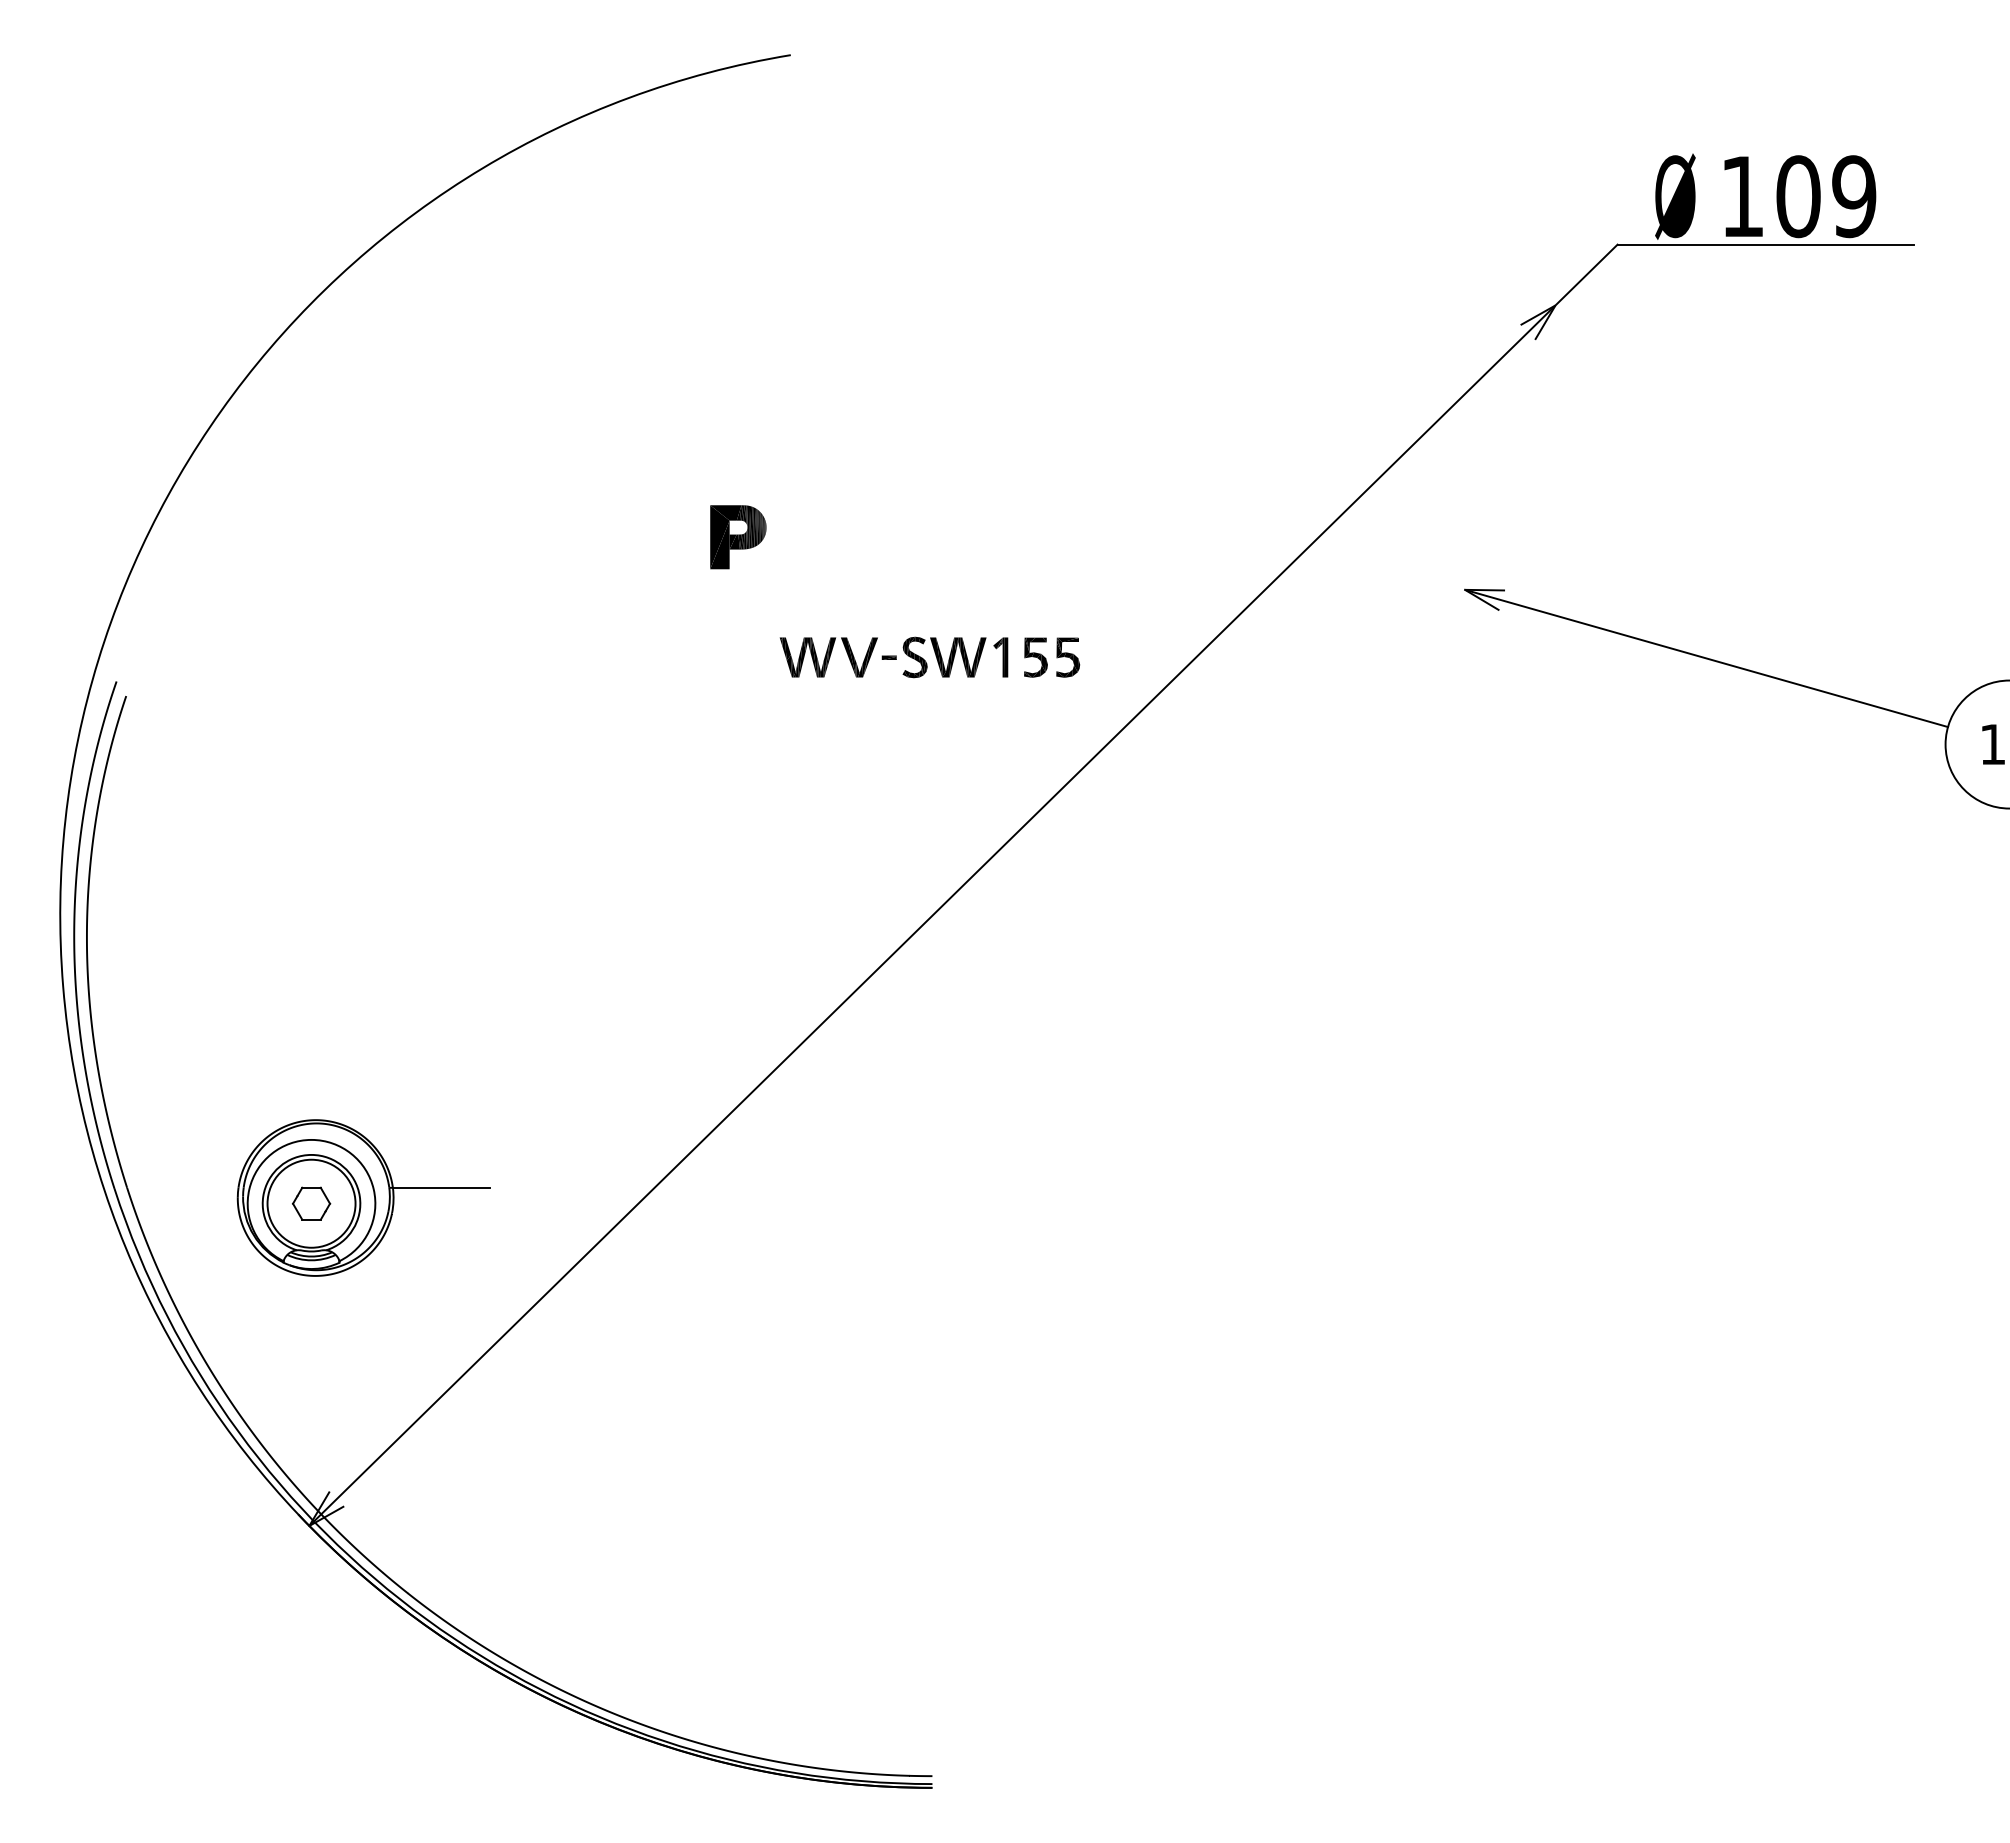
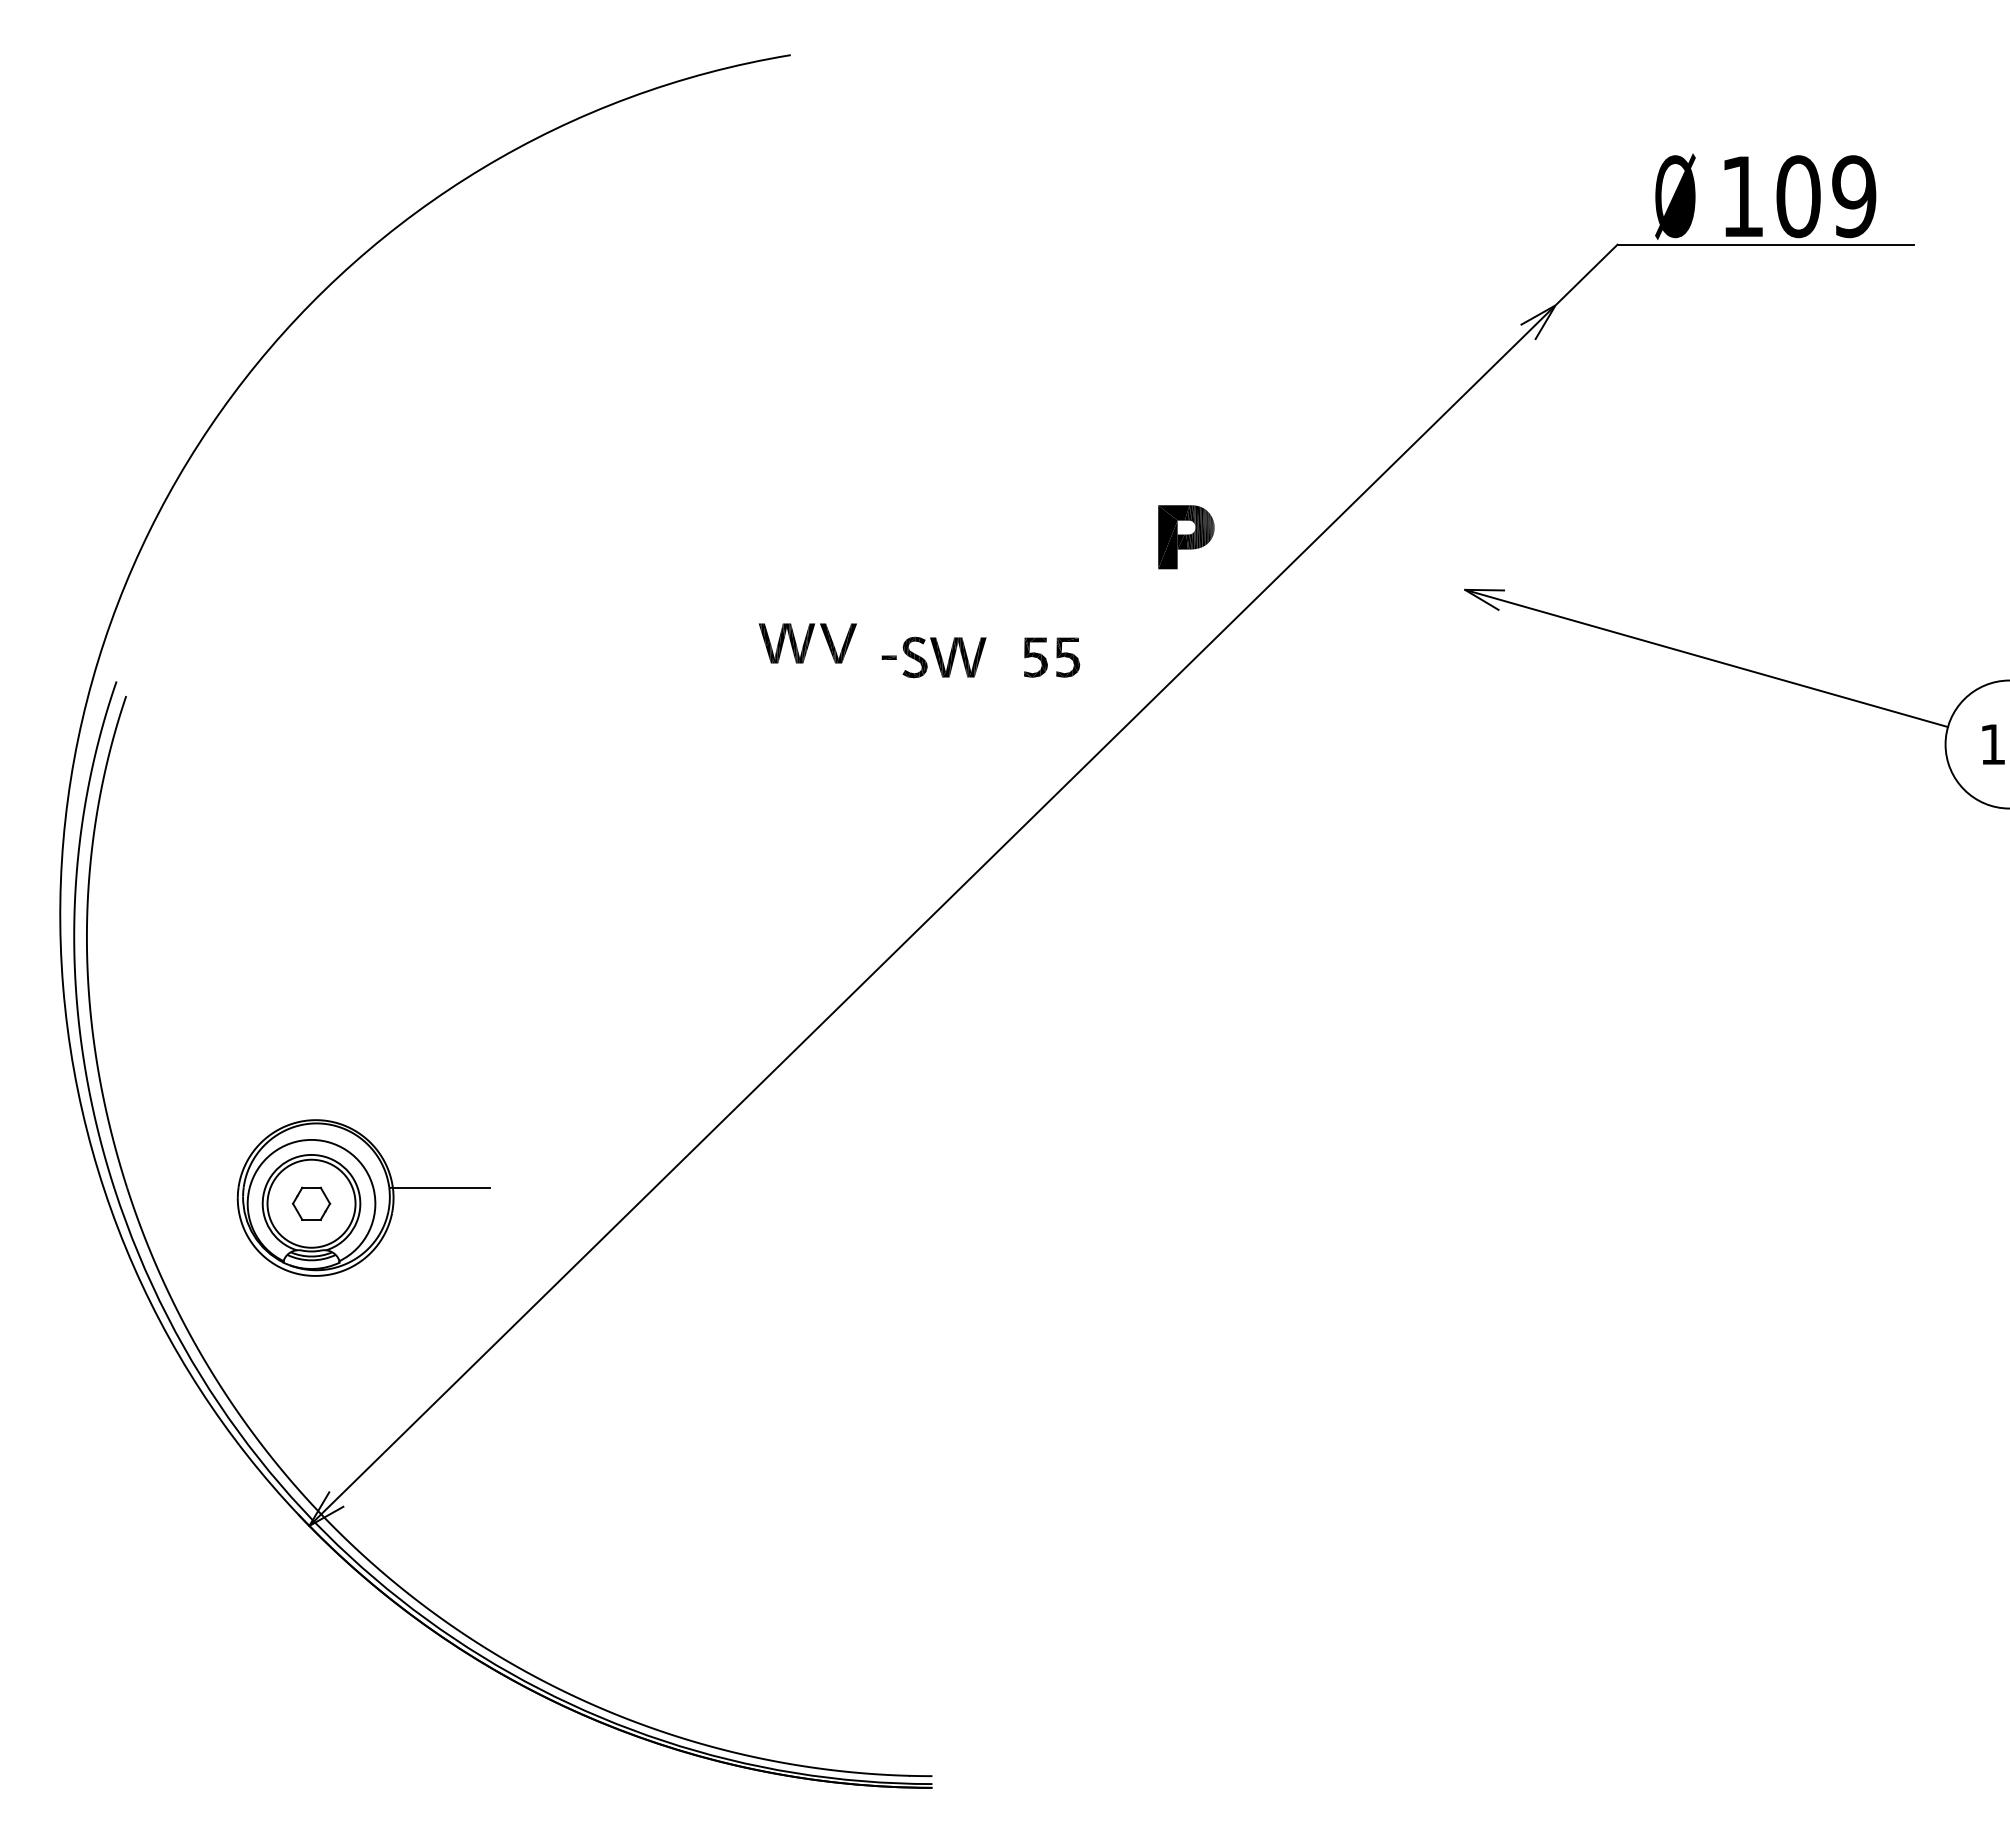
part at (738, 537) position: (738, 537) -> (1186, 537)
part at (828, 657) position: (828, 657) -> (807, 643)
part at (1000, 657): present -> none
